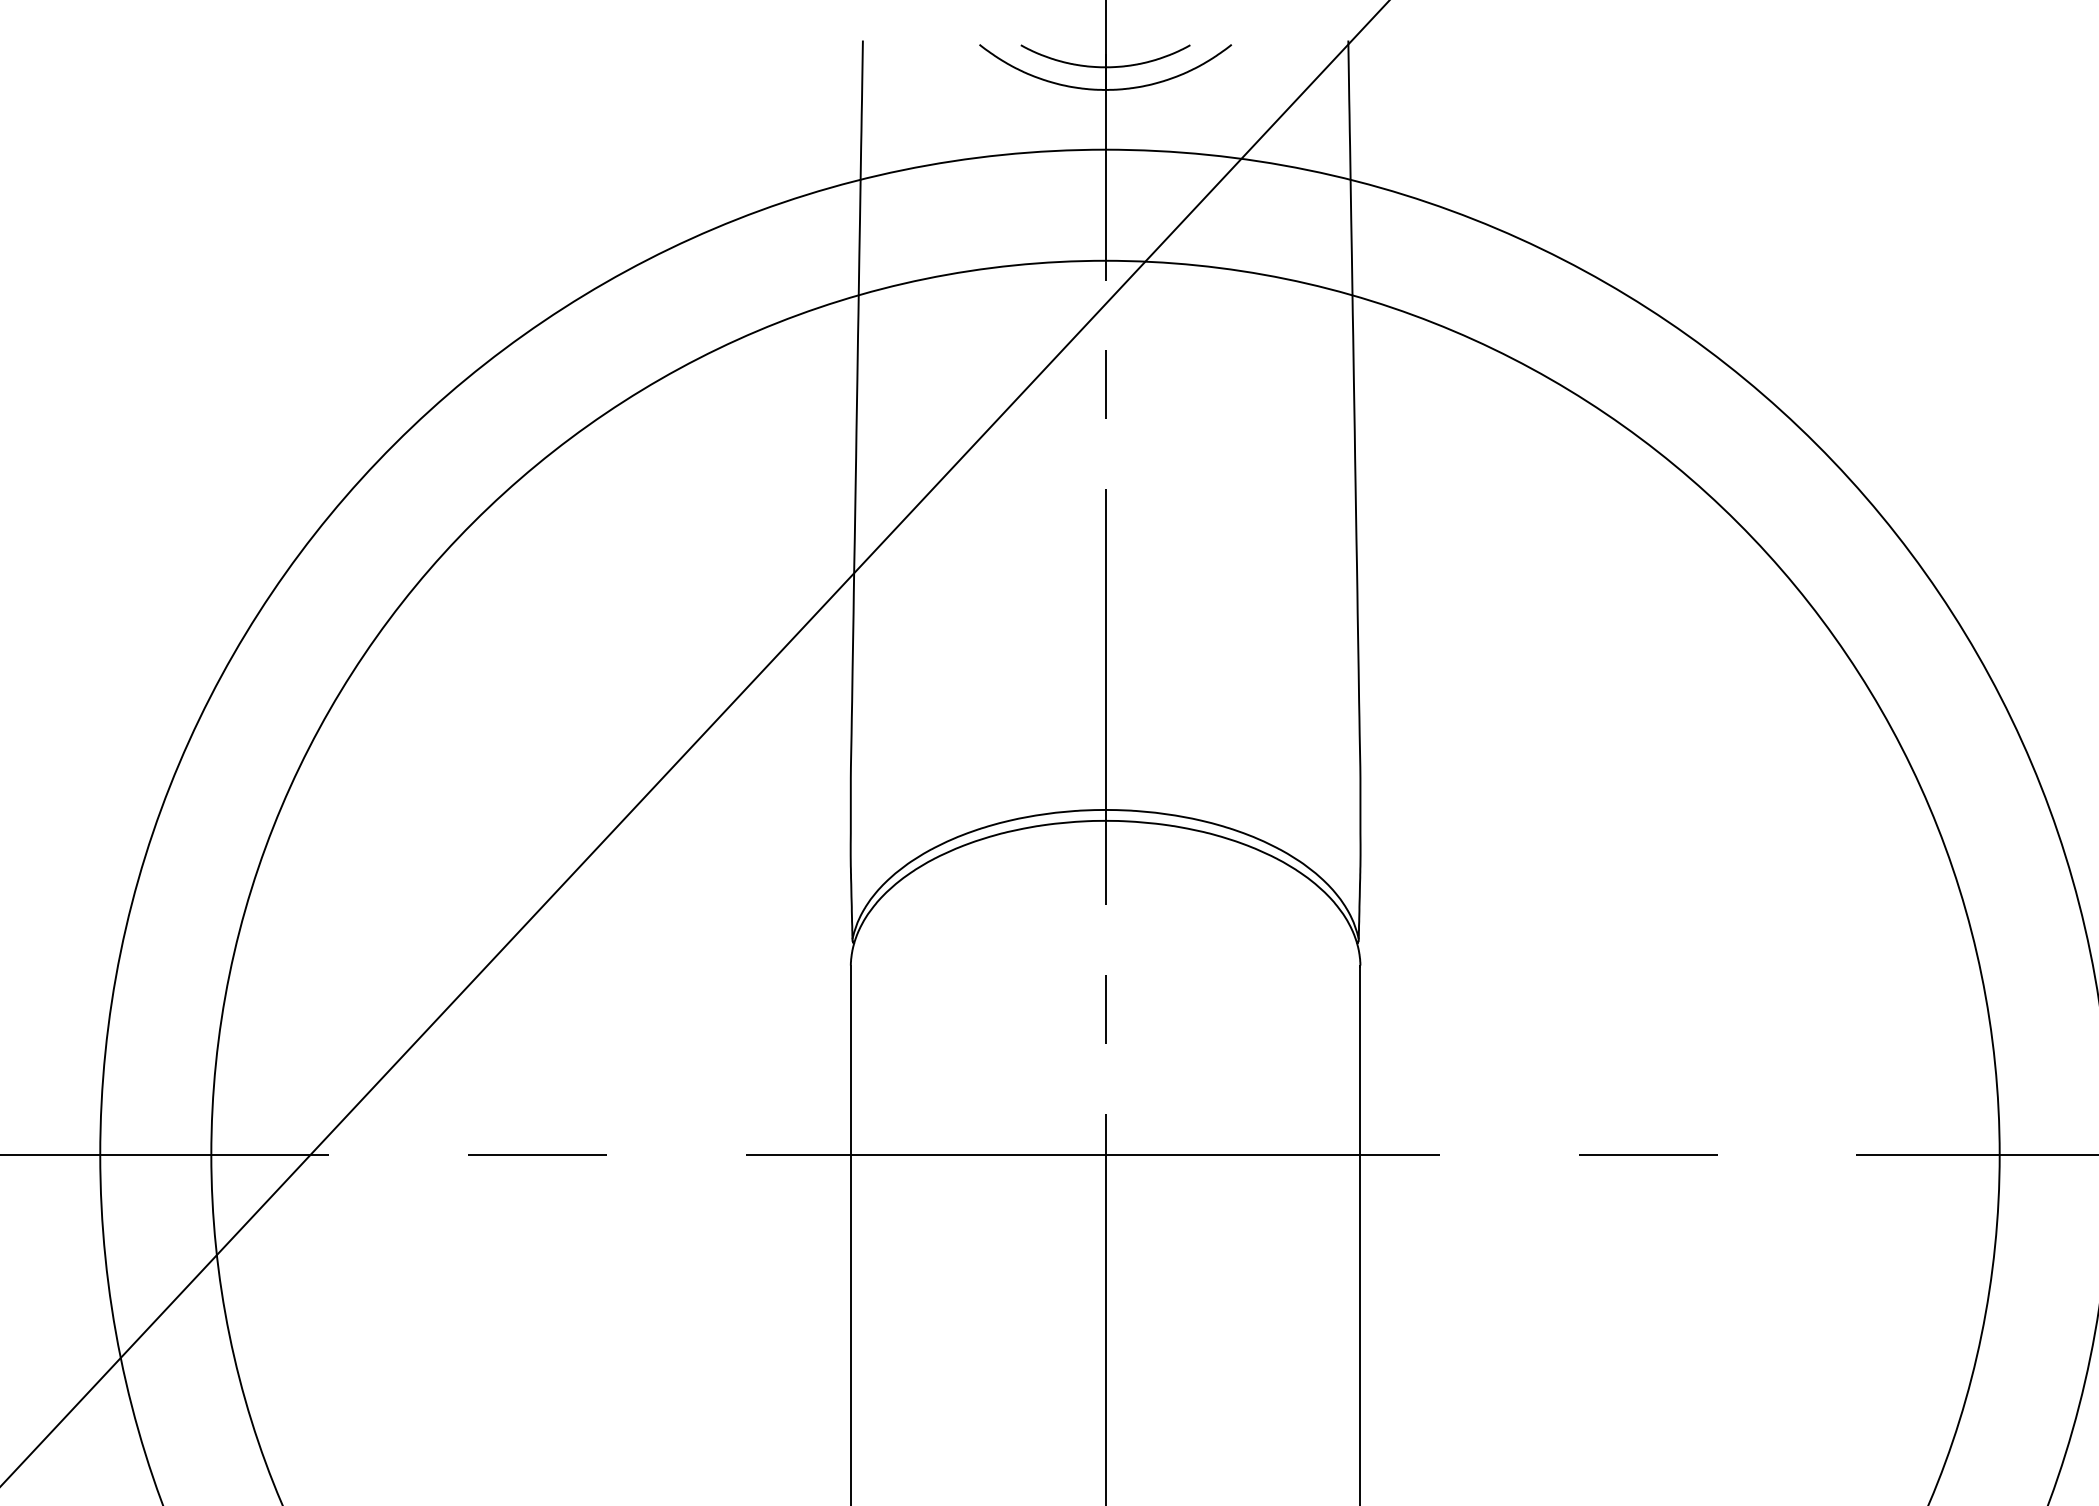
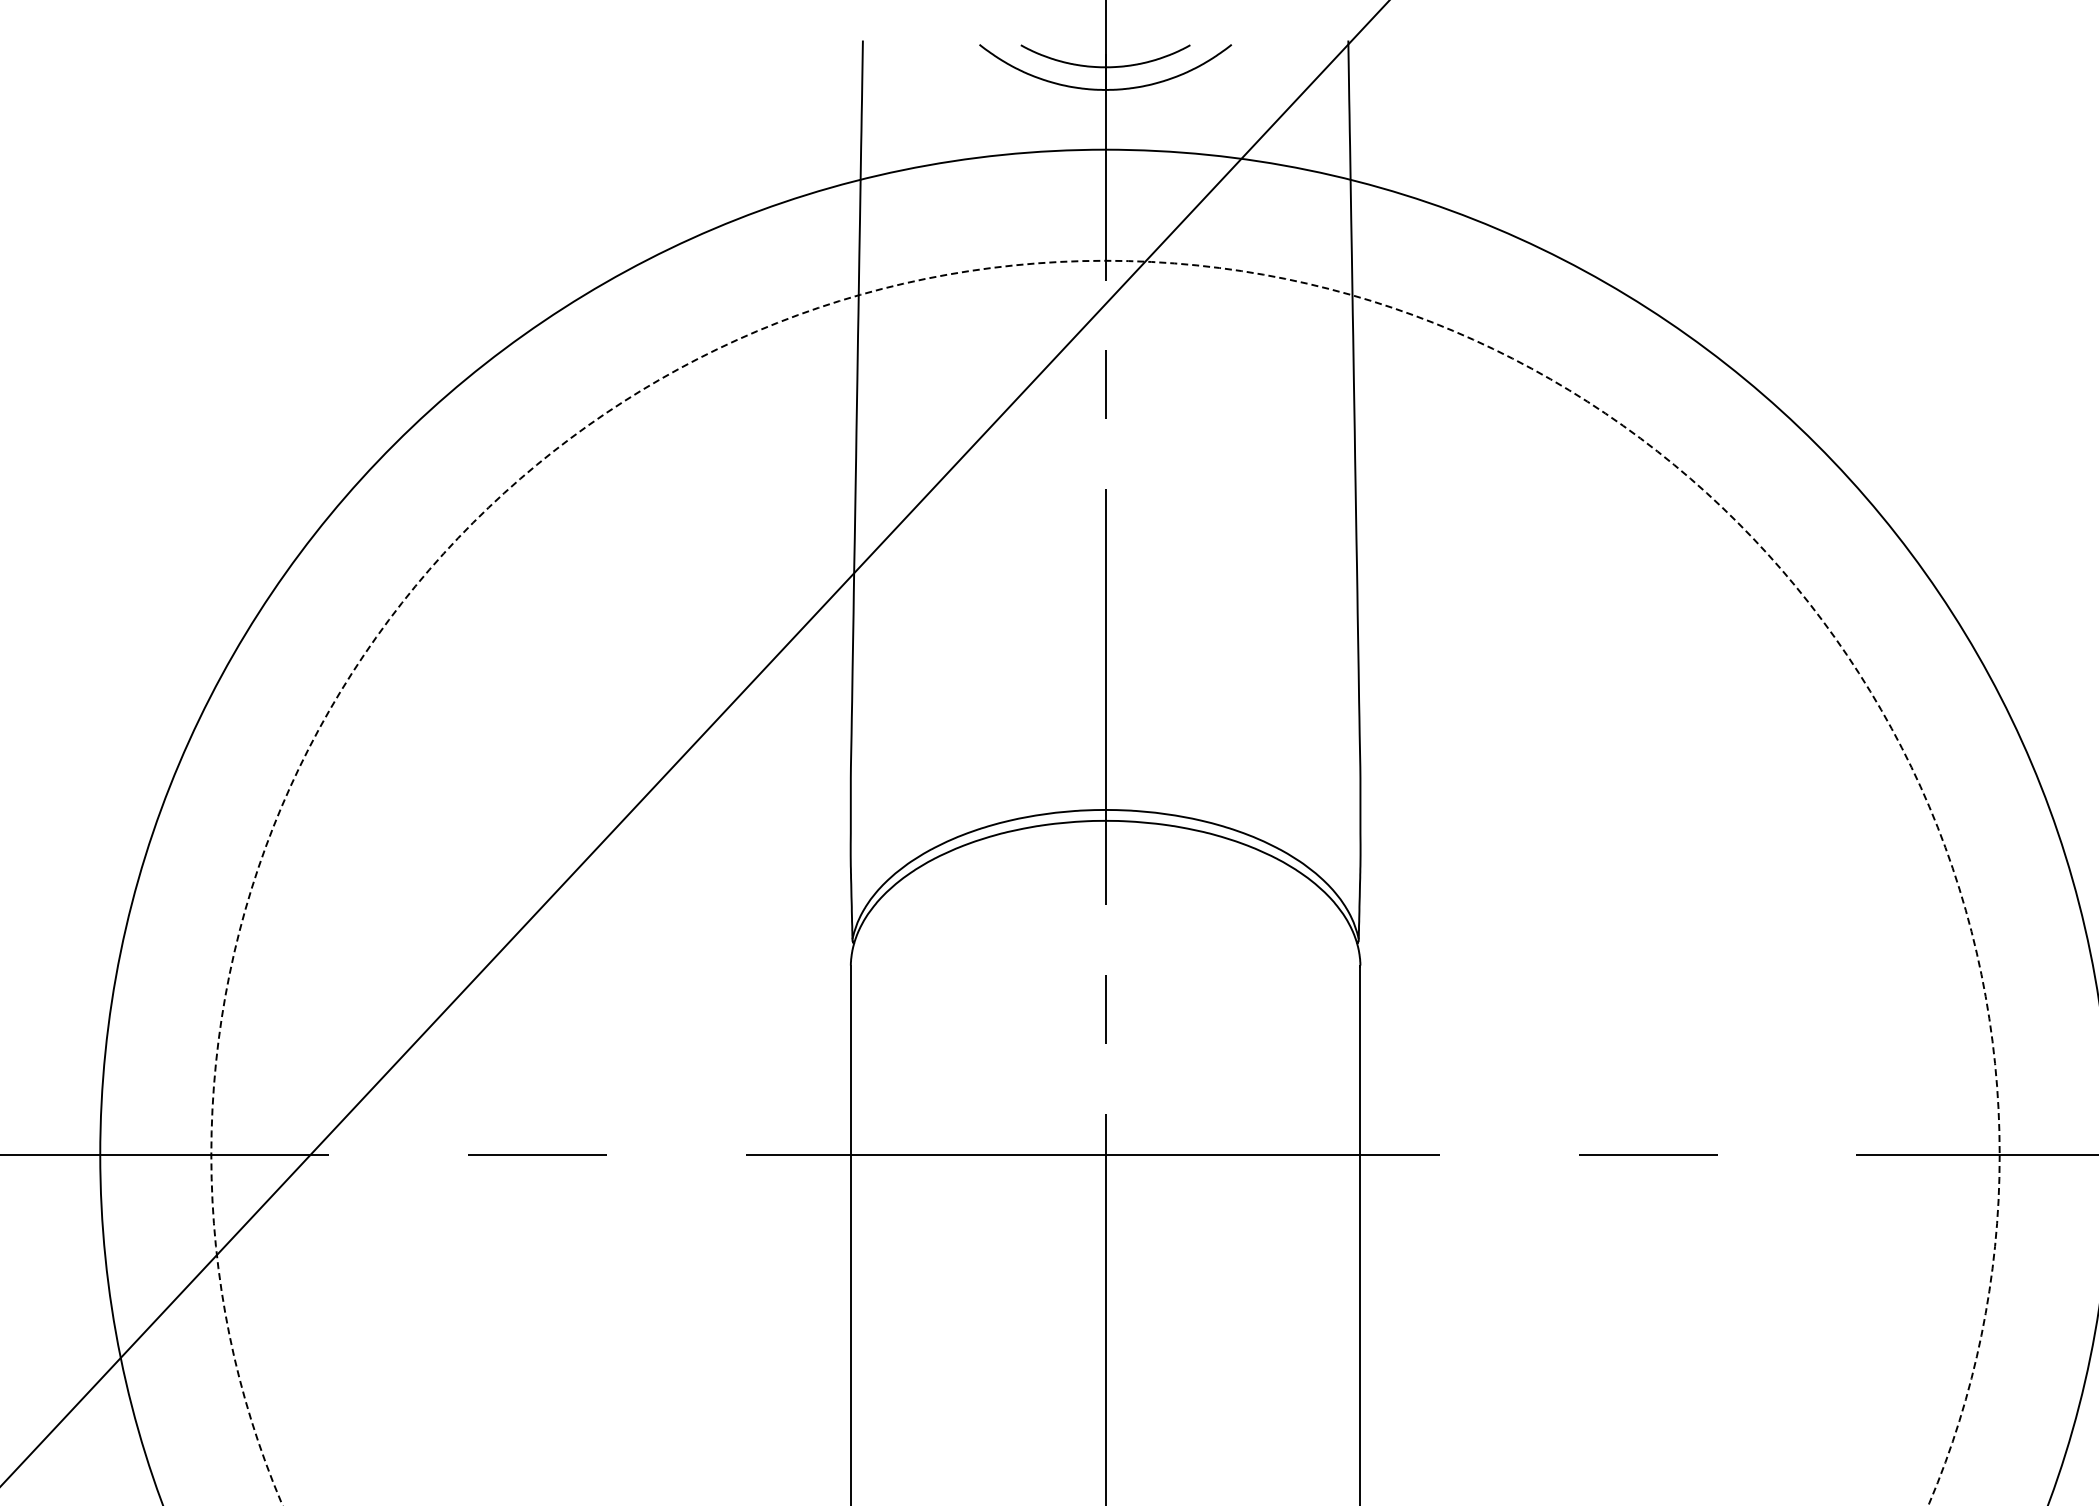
circle at (1105, 882): solid -> dashed
